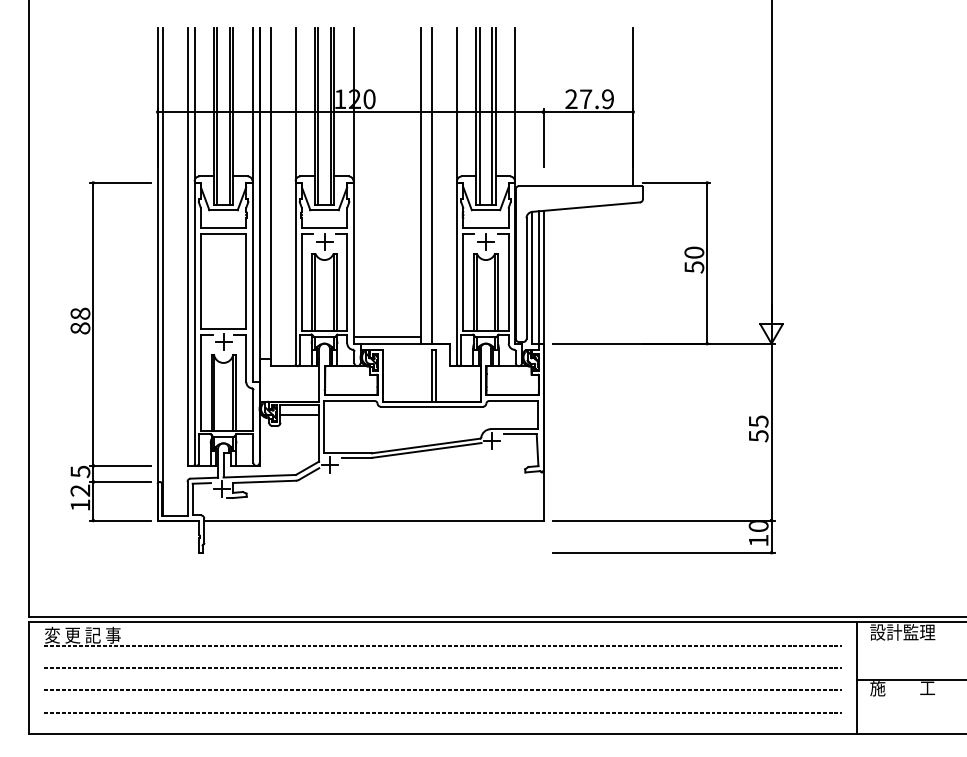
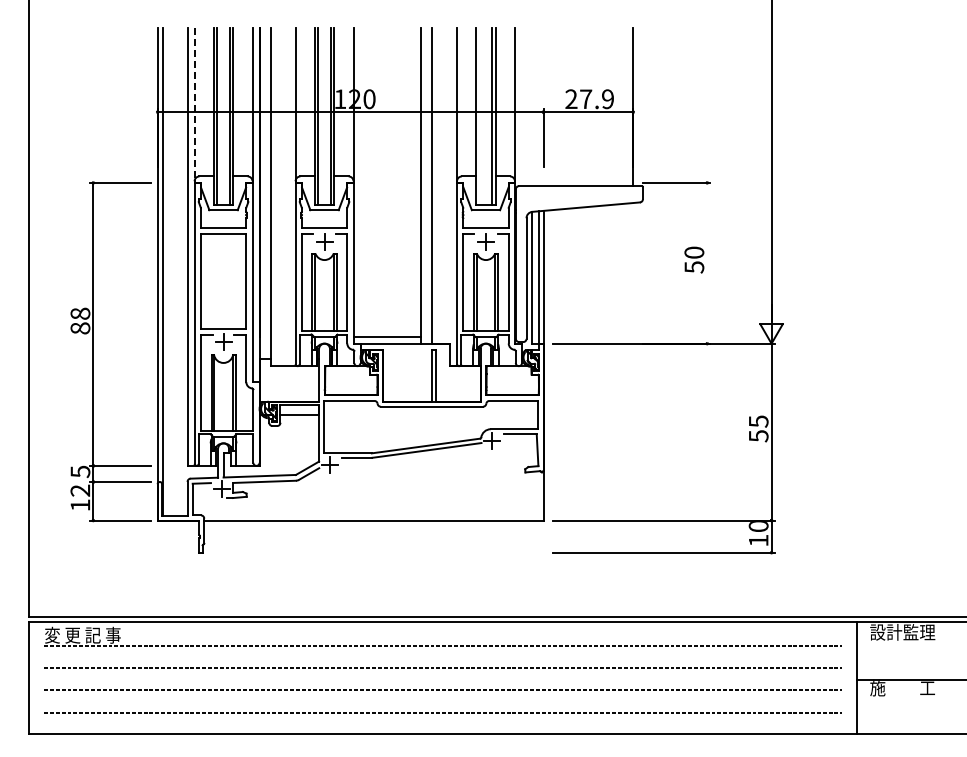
line at (194, 104): solid -> dashed
line at (479, 116): present -> none
line at (707, 262): present -> none
